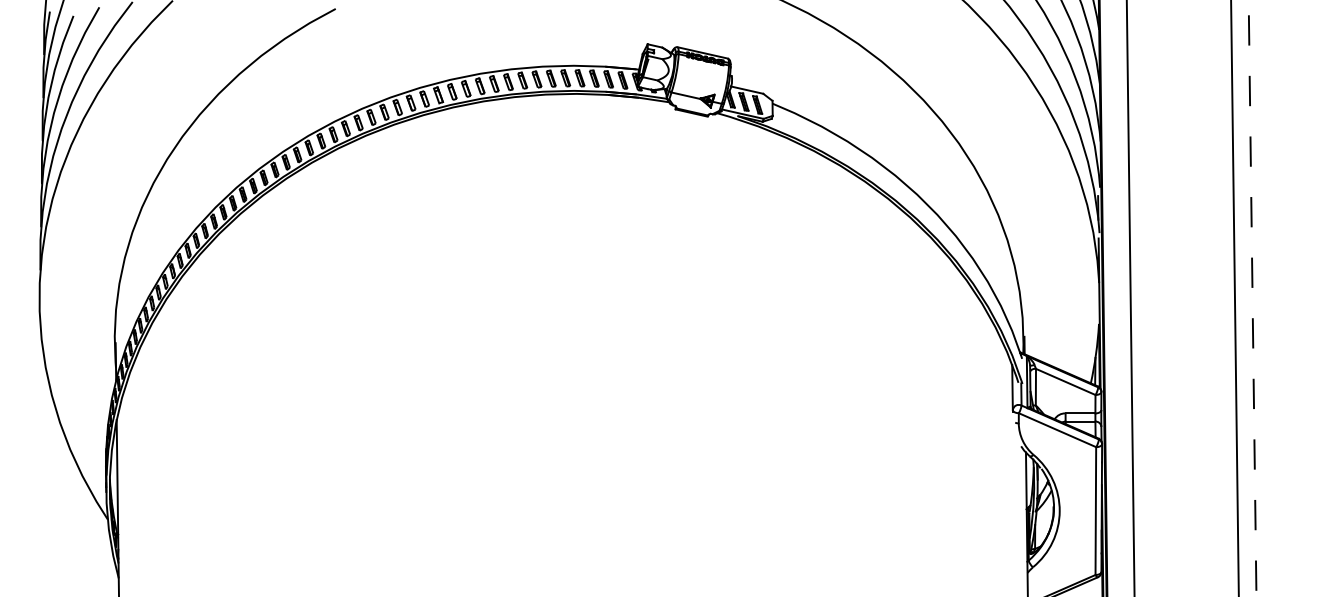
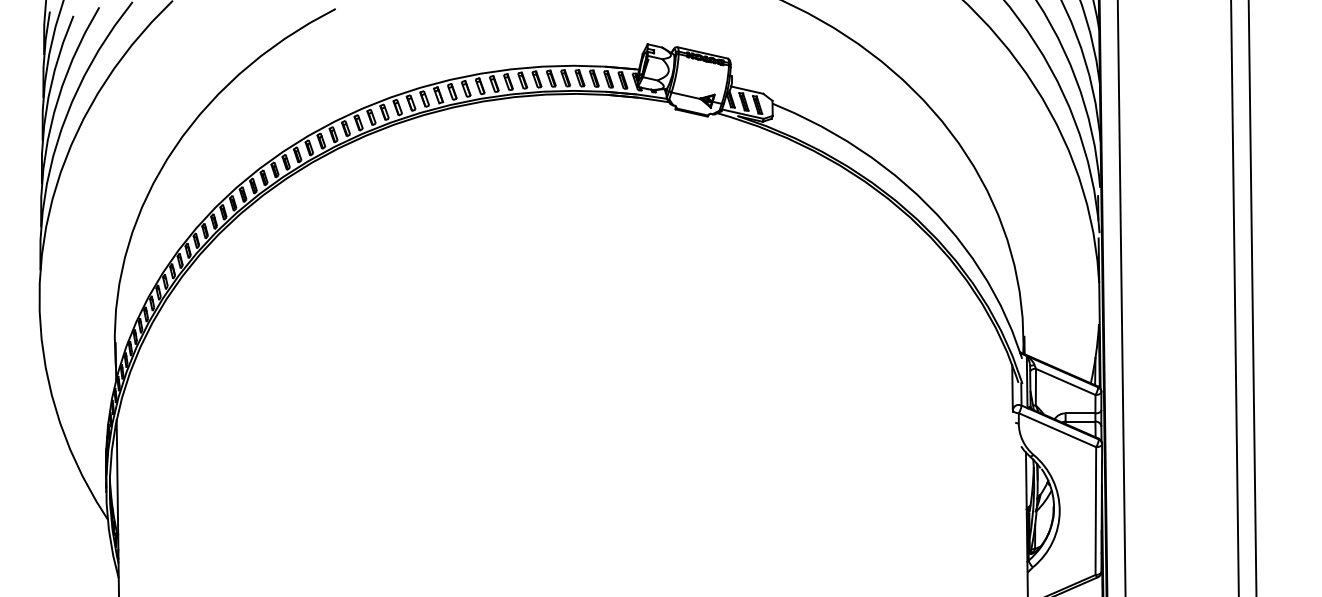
line at (1130, 297) position: (1130, 297) -> (1121, 297)
line at (1252, 298): dashed -> solid
